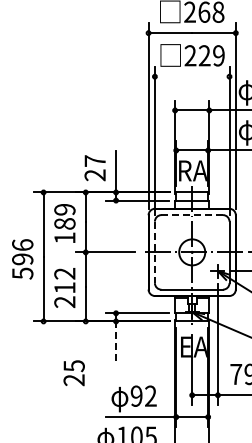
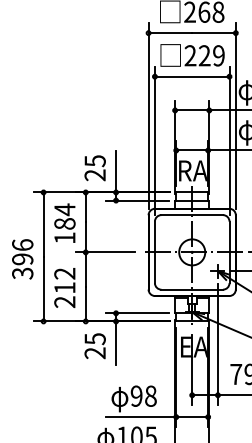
line at (191, 76): none -> present
text at (94, 161): 27 -> 25
text at (64, 209): 189 -> 184
line at (192, 215): dashed -> solid
line at (154, 252): dashed -> solid
text at (22, 272): 596 -> 396
line at (116, 342): dashed -> solid
text at (73, 373) position: (73, 373) -> (94, 346)
text at (150, 395): 92 -> 98
